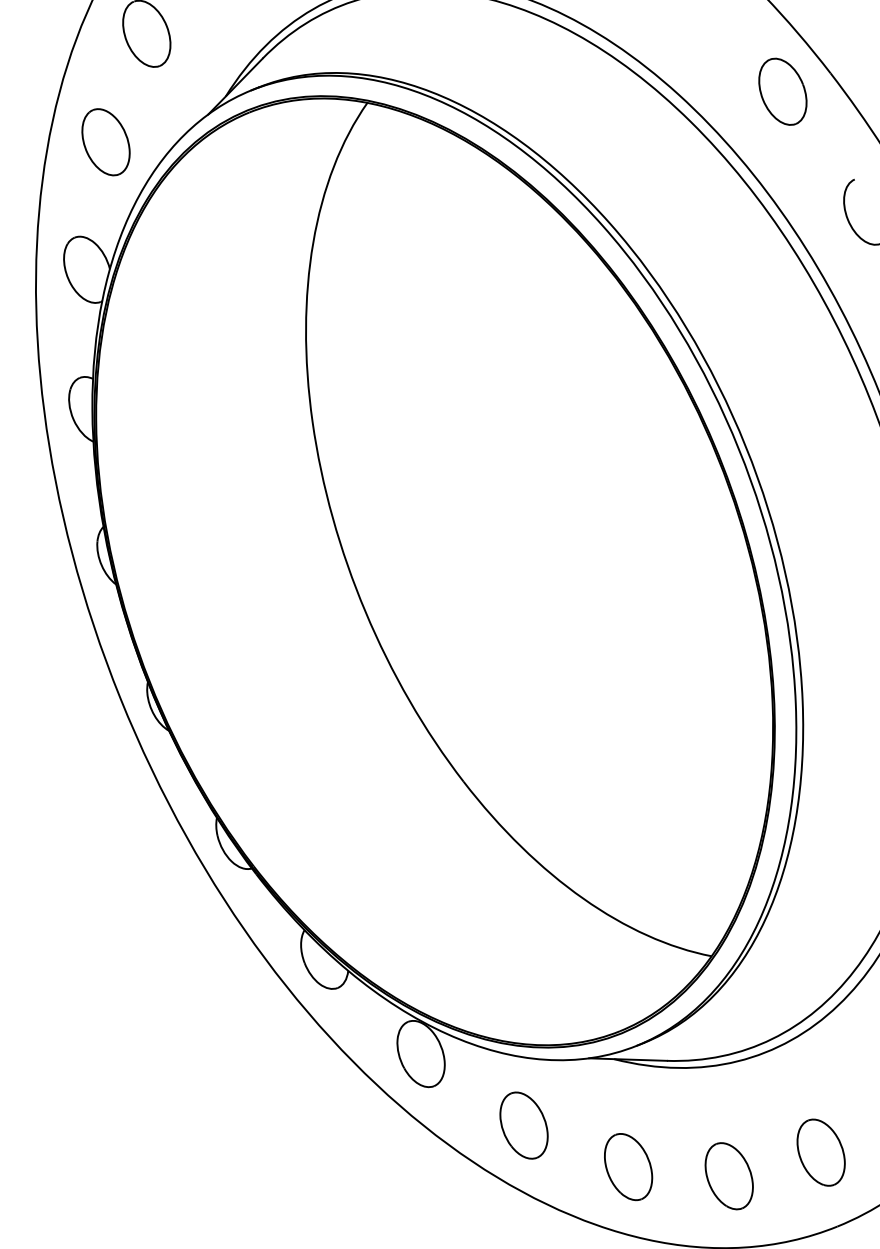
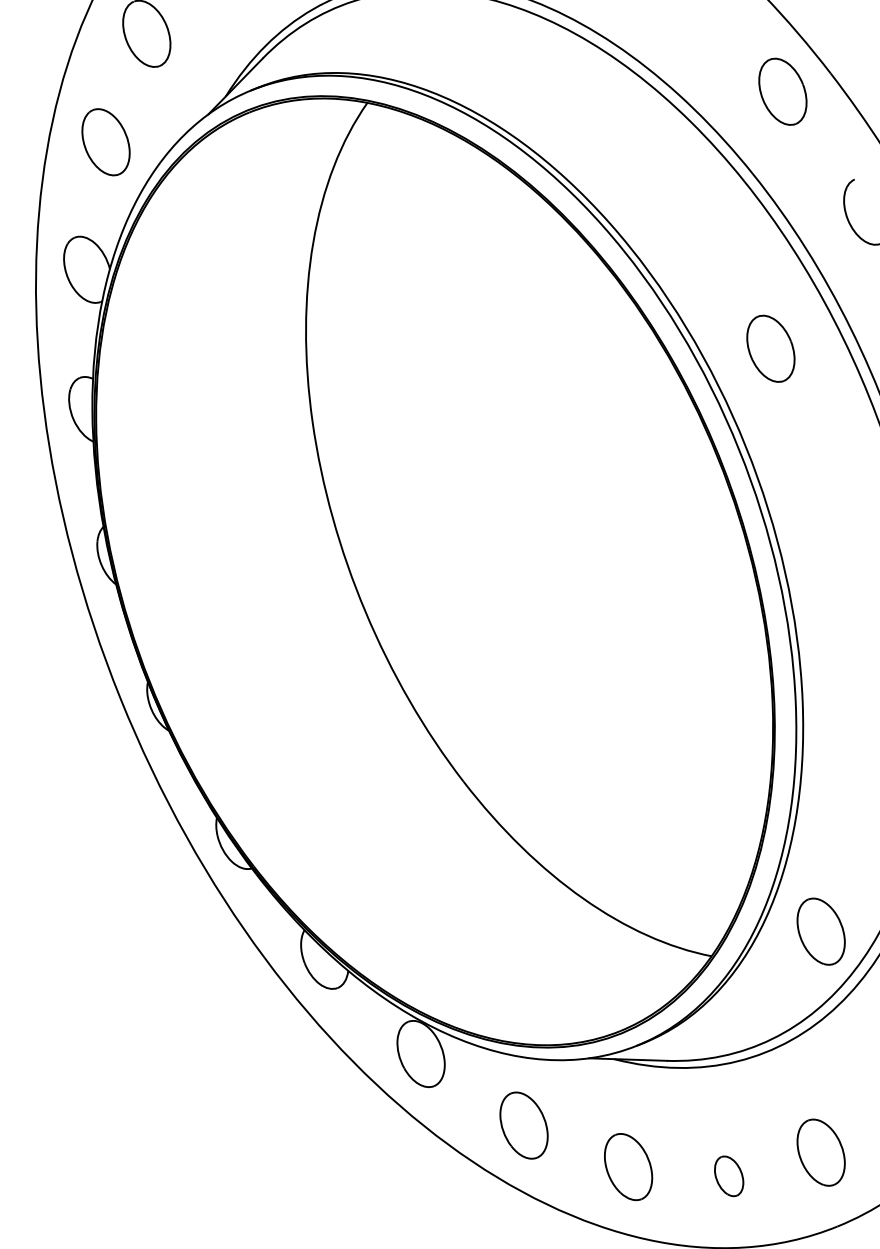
part at (770, 348): none -> present
part at (820, 931): none -> present
part at (728, 1176) size: 50x69 px -> 31x43 px
